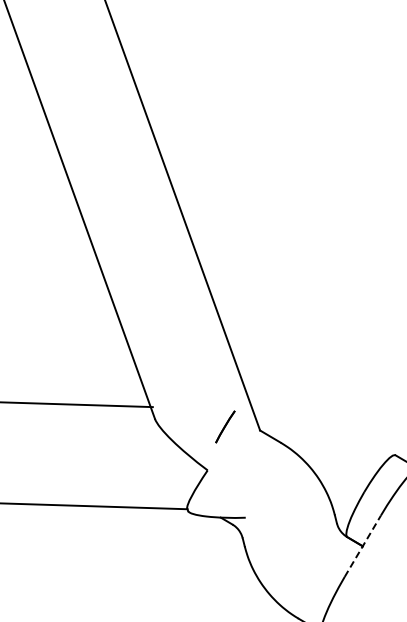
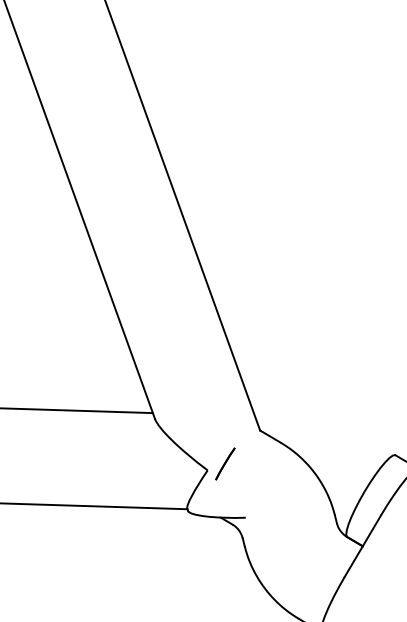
line at (77, 404) position: (77, 404) -> (77, 410)
line at (225, 426) position: (225, 426) -> (225, 463)
line at (362, 546): dashed -> solid
